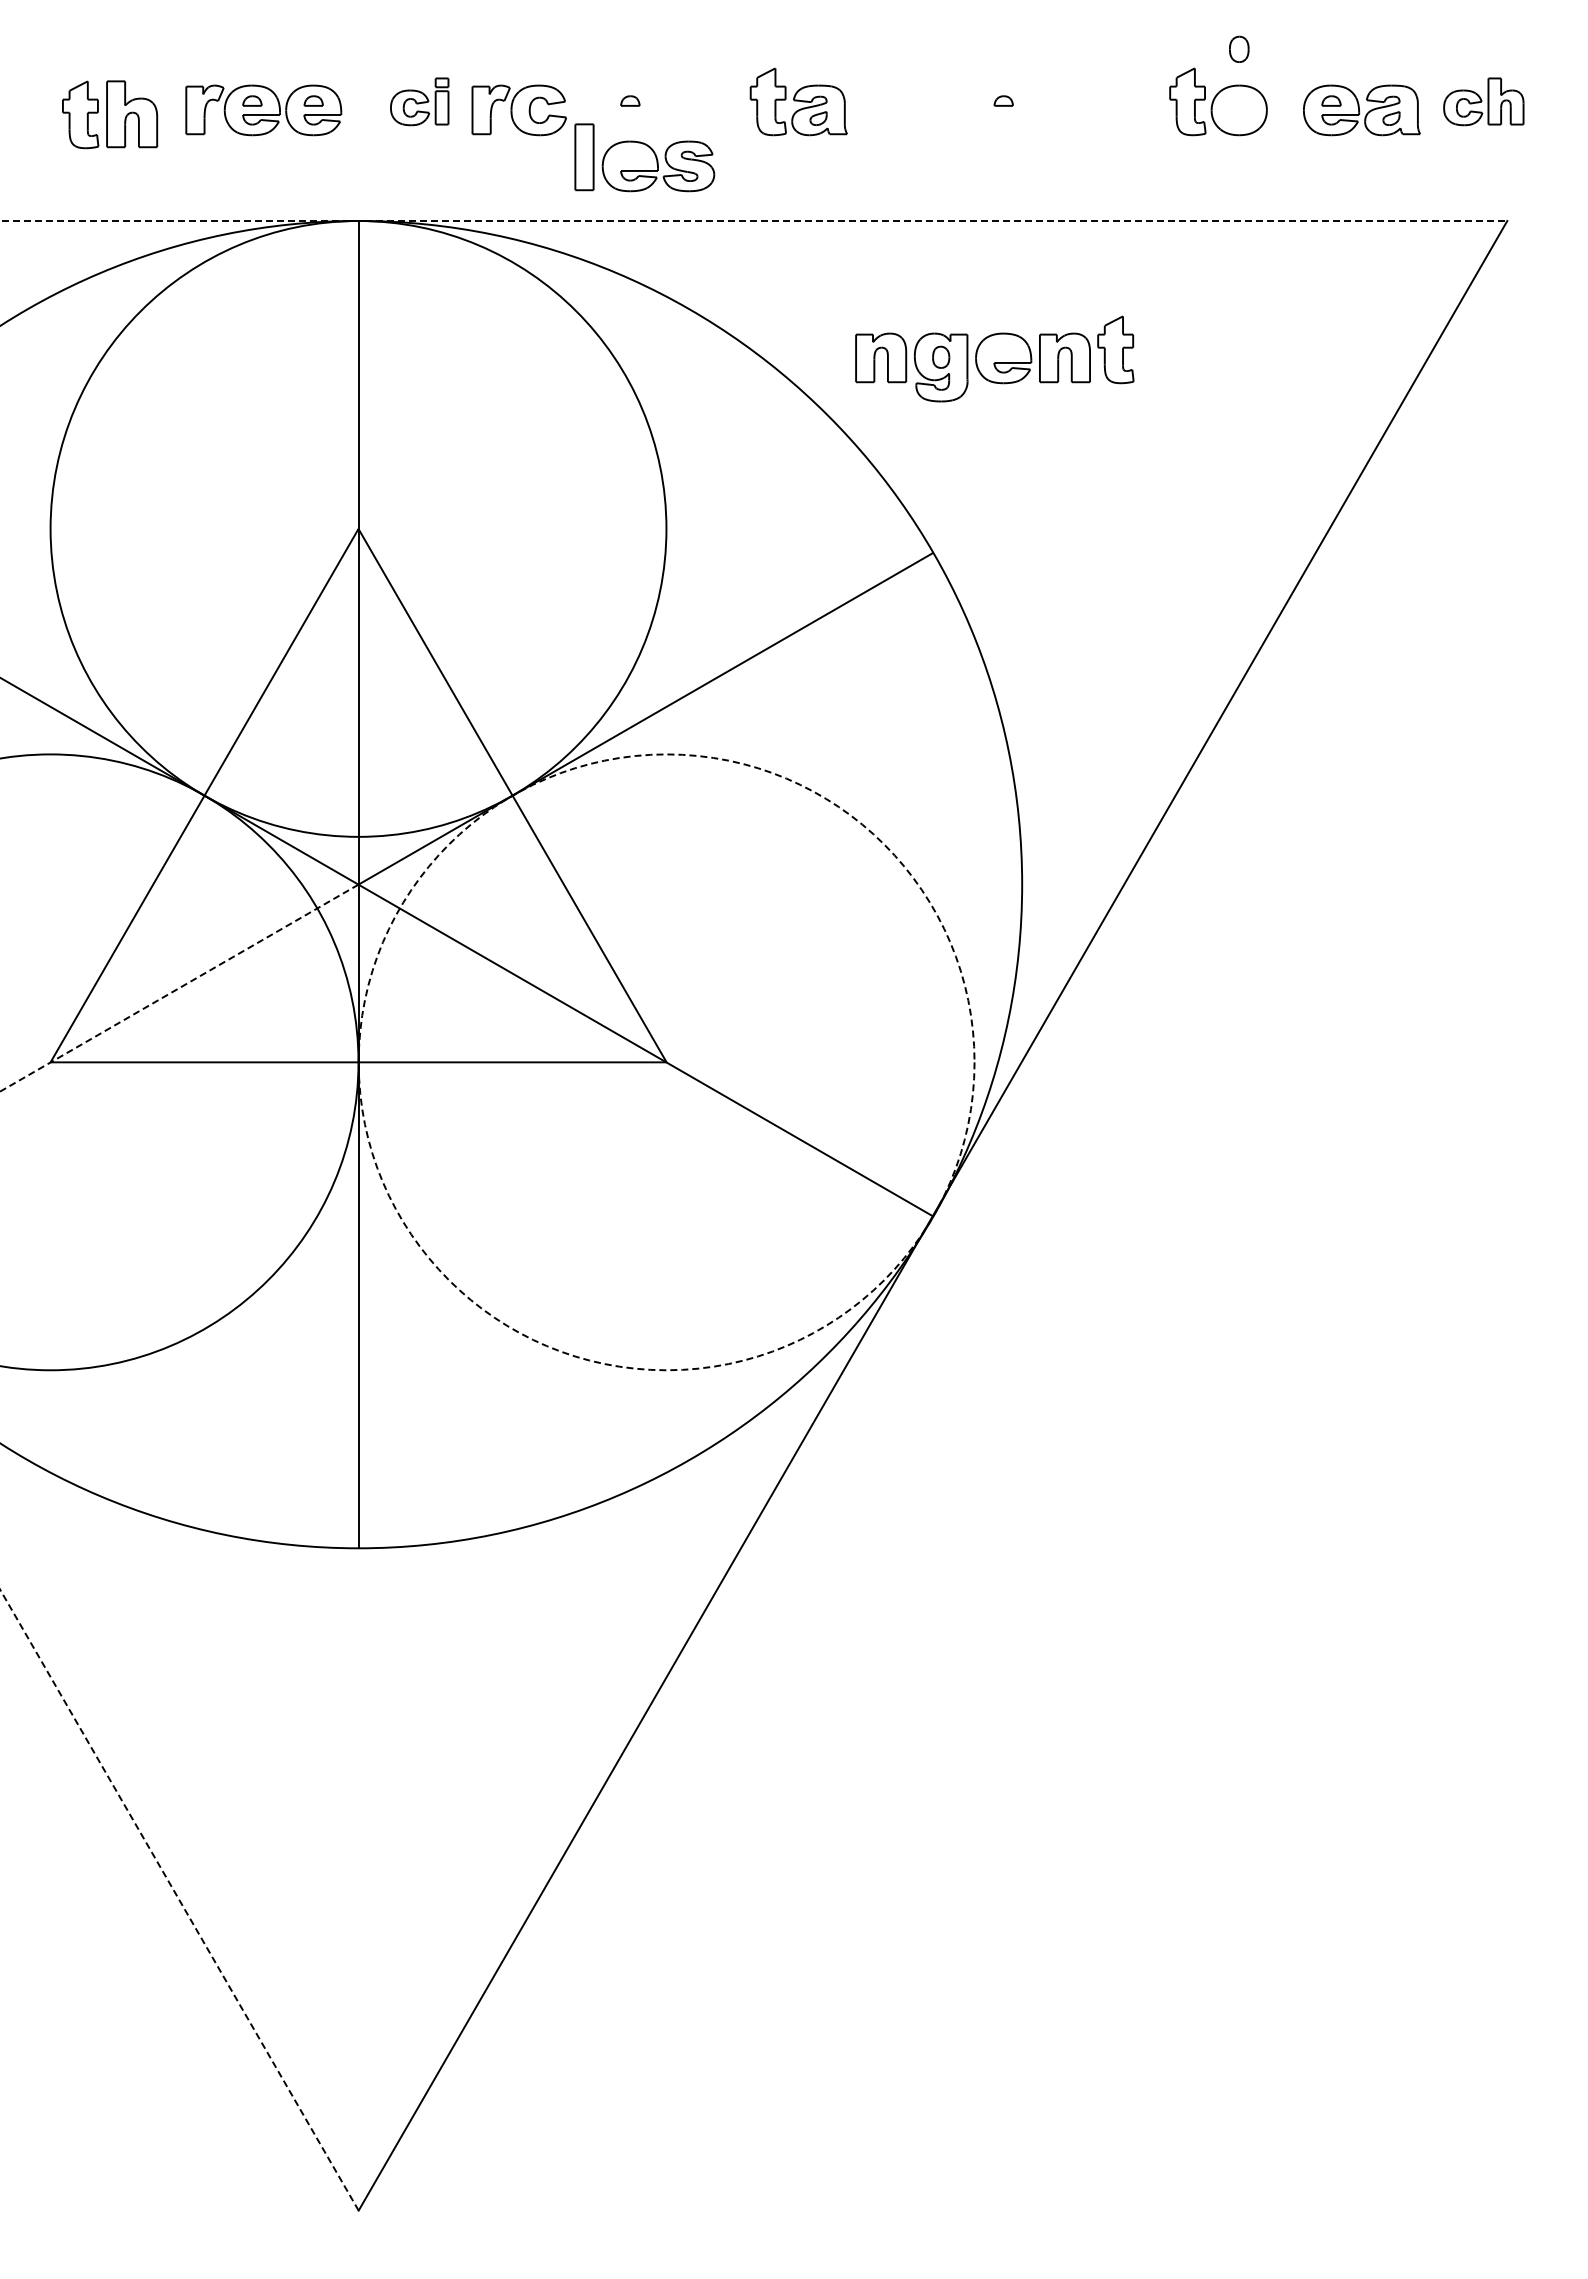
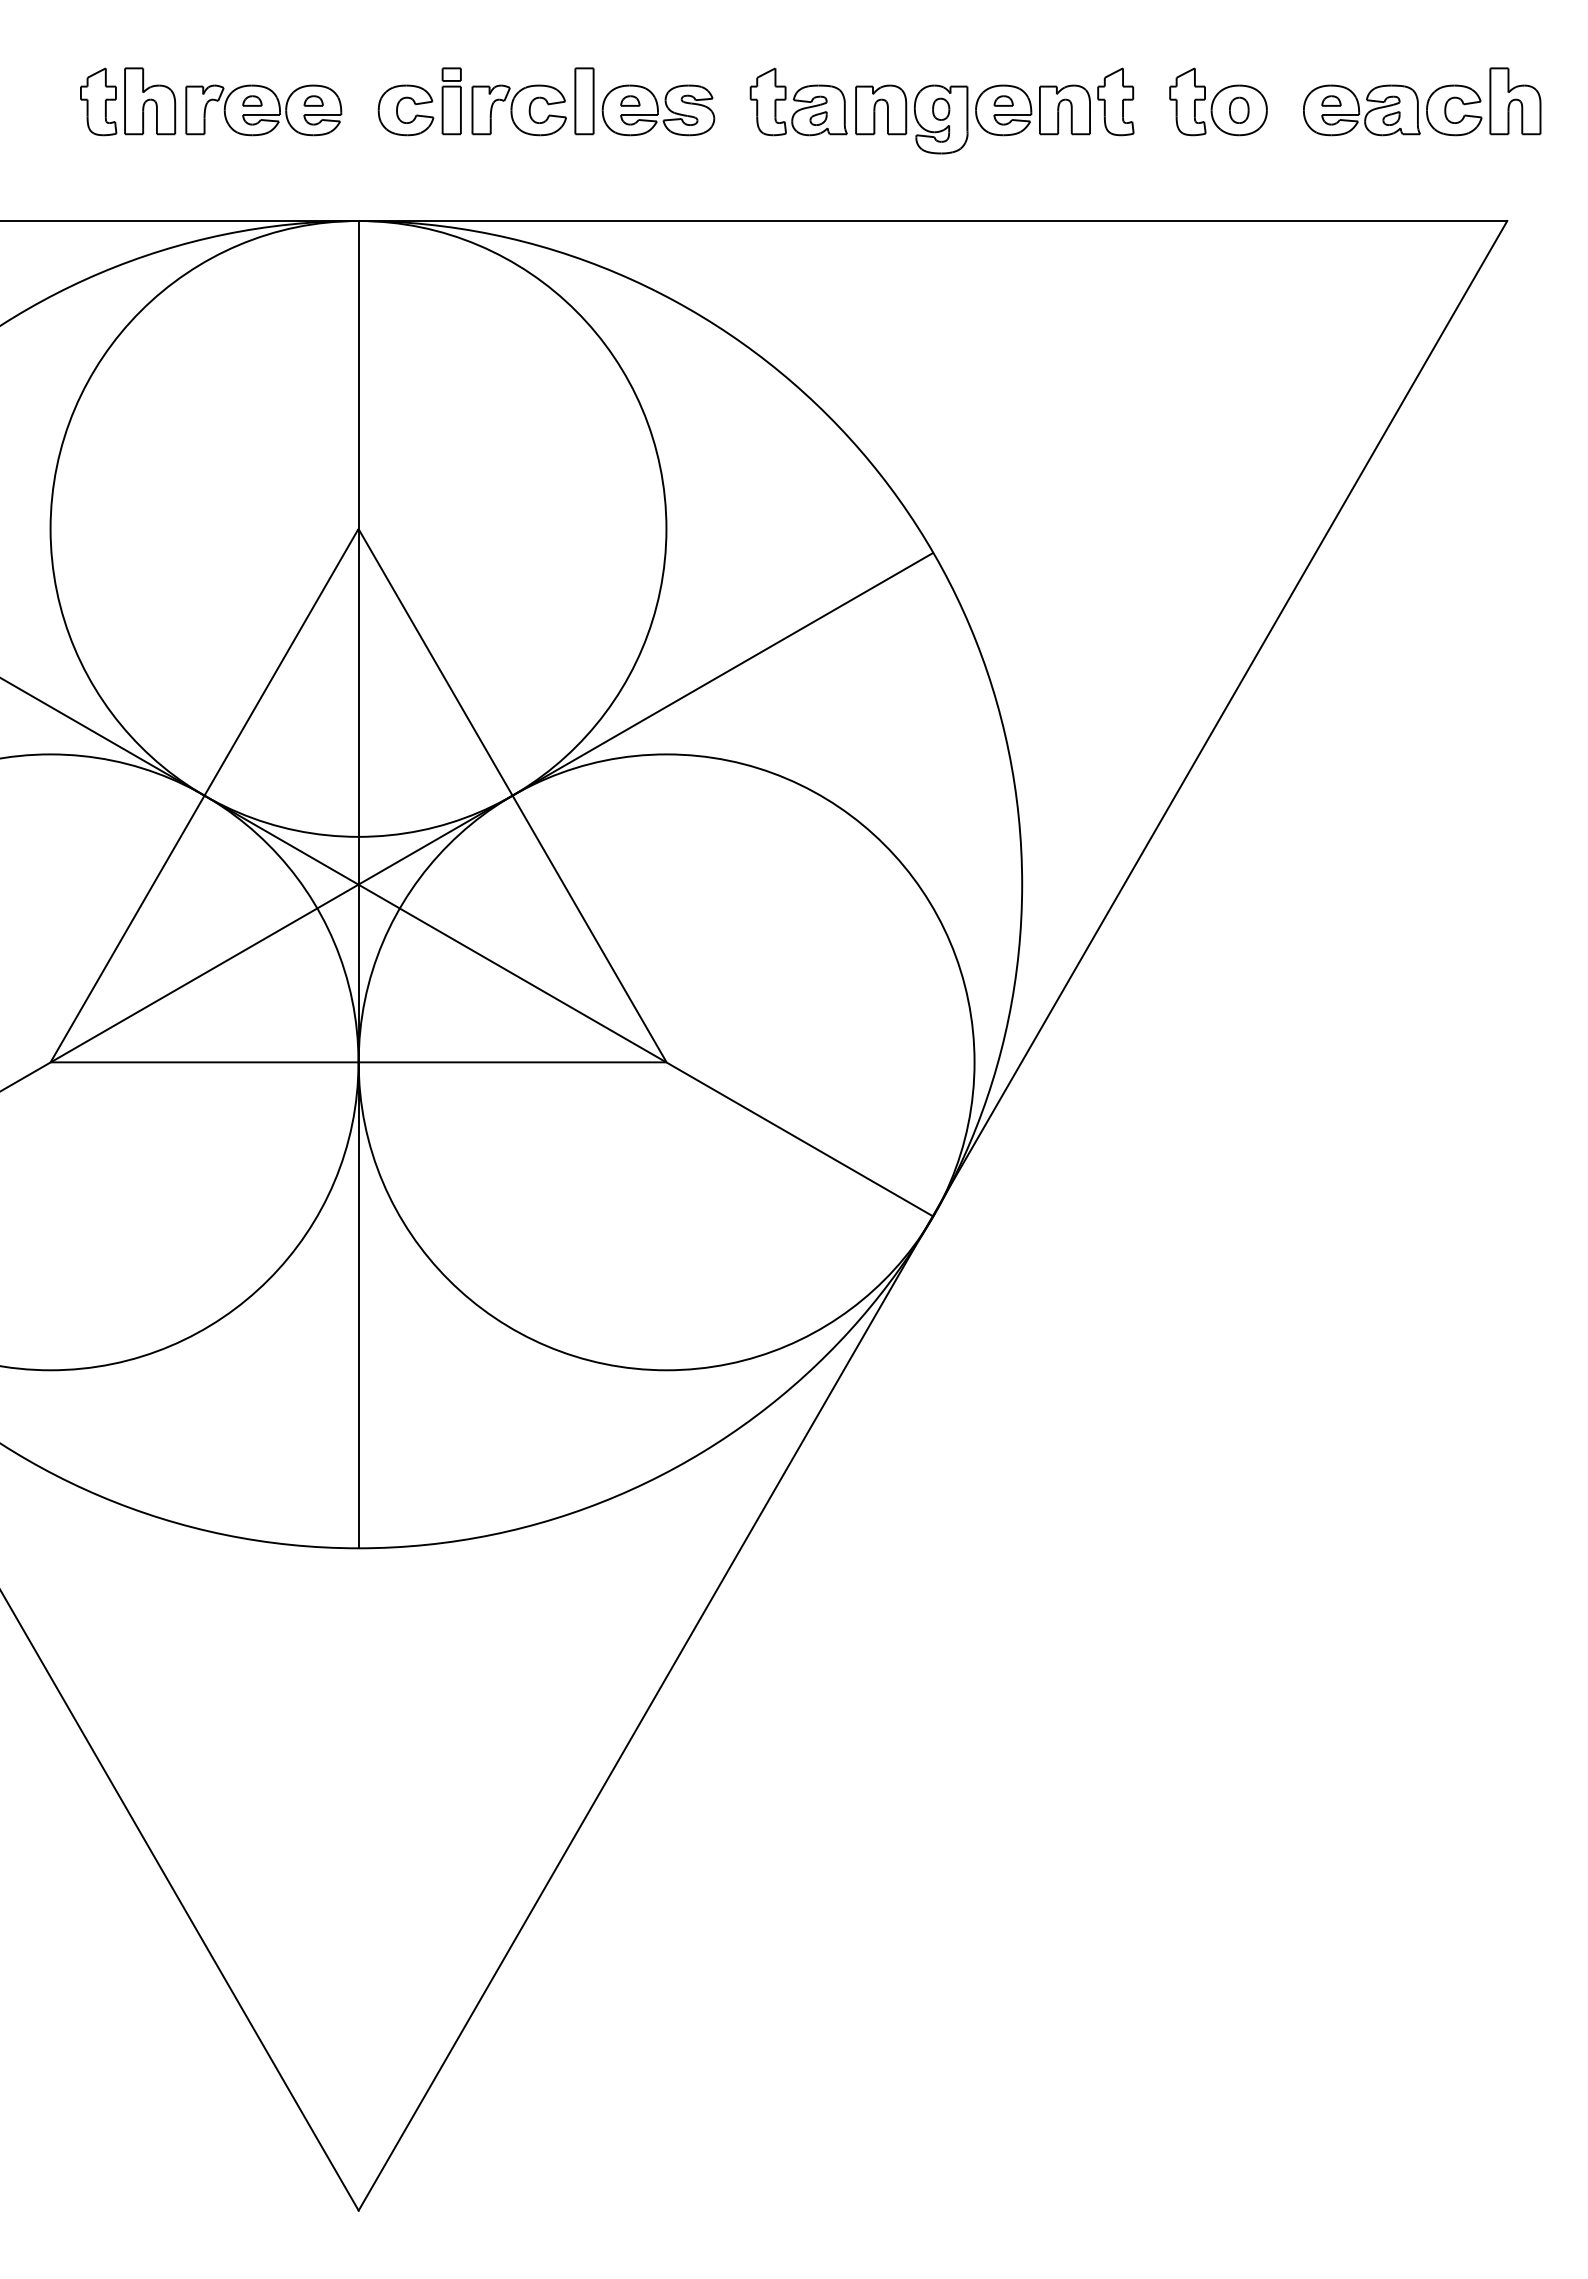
part at (1239, 48) position: (1239, 48) -> (1239, 109)
part at (419, 101) size: 60x50 px -> 85x70 px
part at (1483, 101) size: 82x50 px -> 116x70 px
part at (110, 114) position: (110, 114) -> (128, 101)
part at (644, 157) position: (644, 157) -> (644, 101)
line at (754, 221): dashed -> solid
part at (994, 358) position: (994, 358) -> (994, 110)
line at (179, 988): dashed -> solid
circle at (666, 1062): dashed -> solid
line at (179, 1899): dashed -> solid
